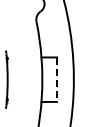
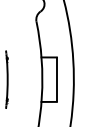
line at (57, 79): dashed -> solid
